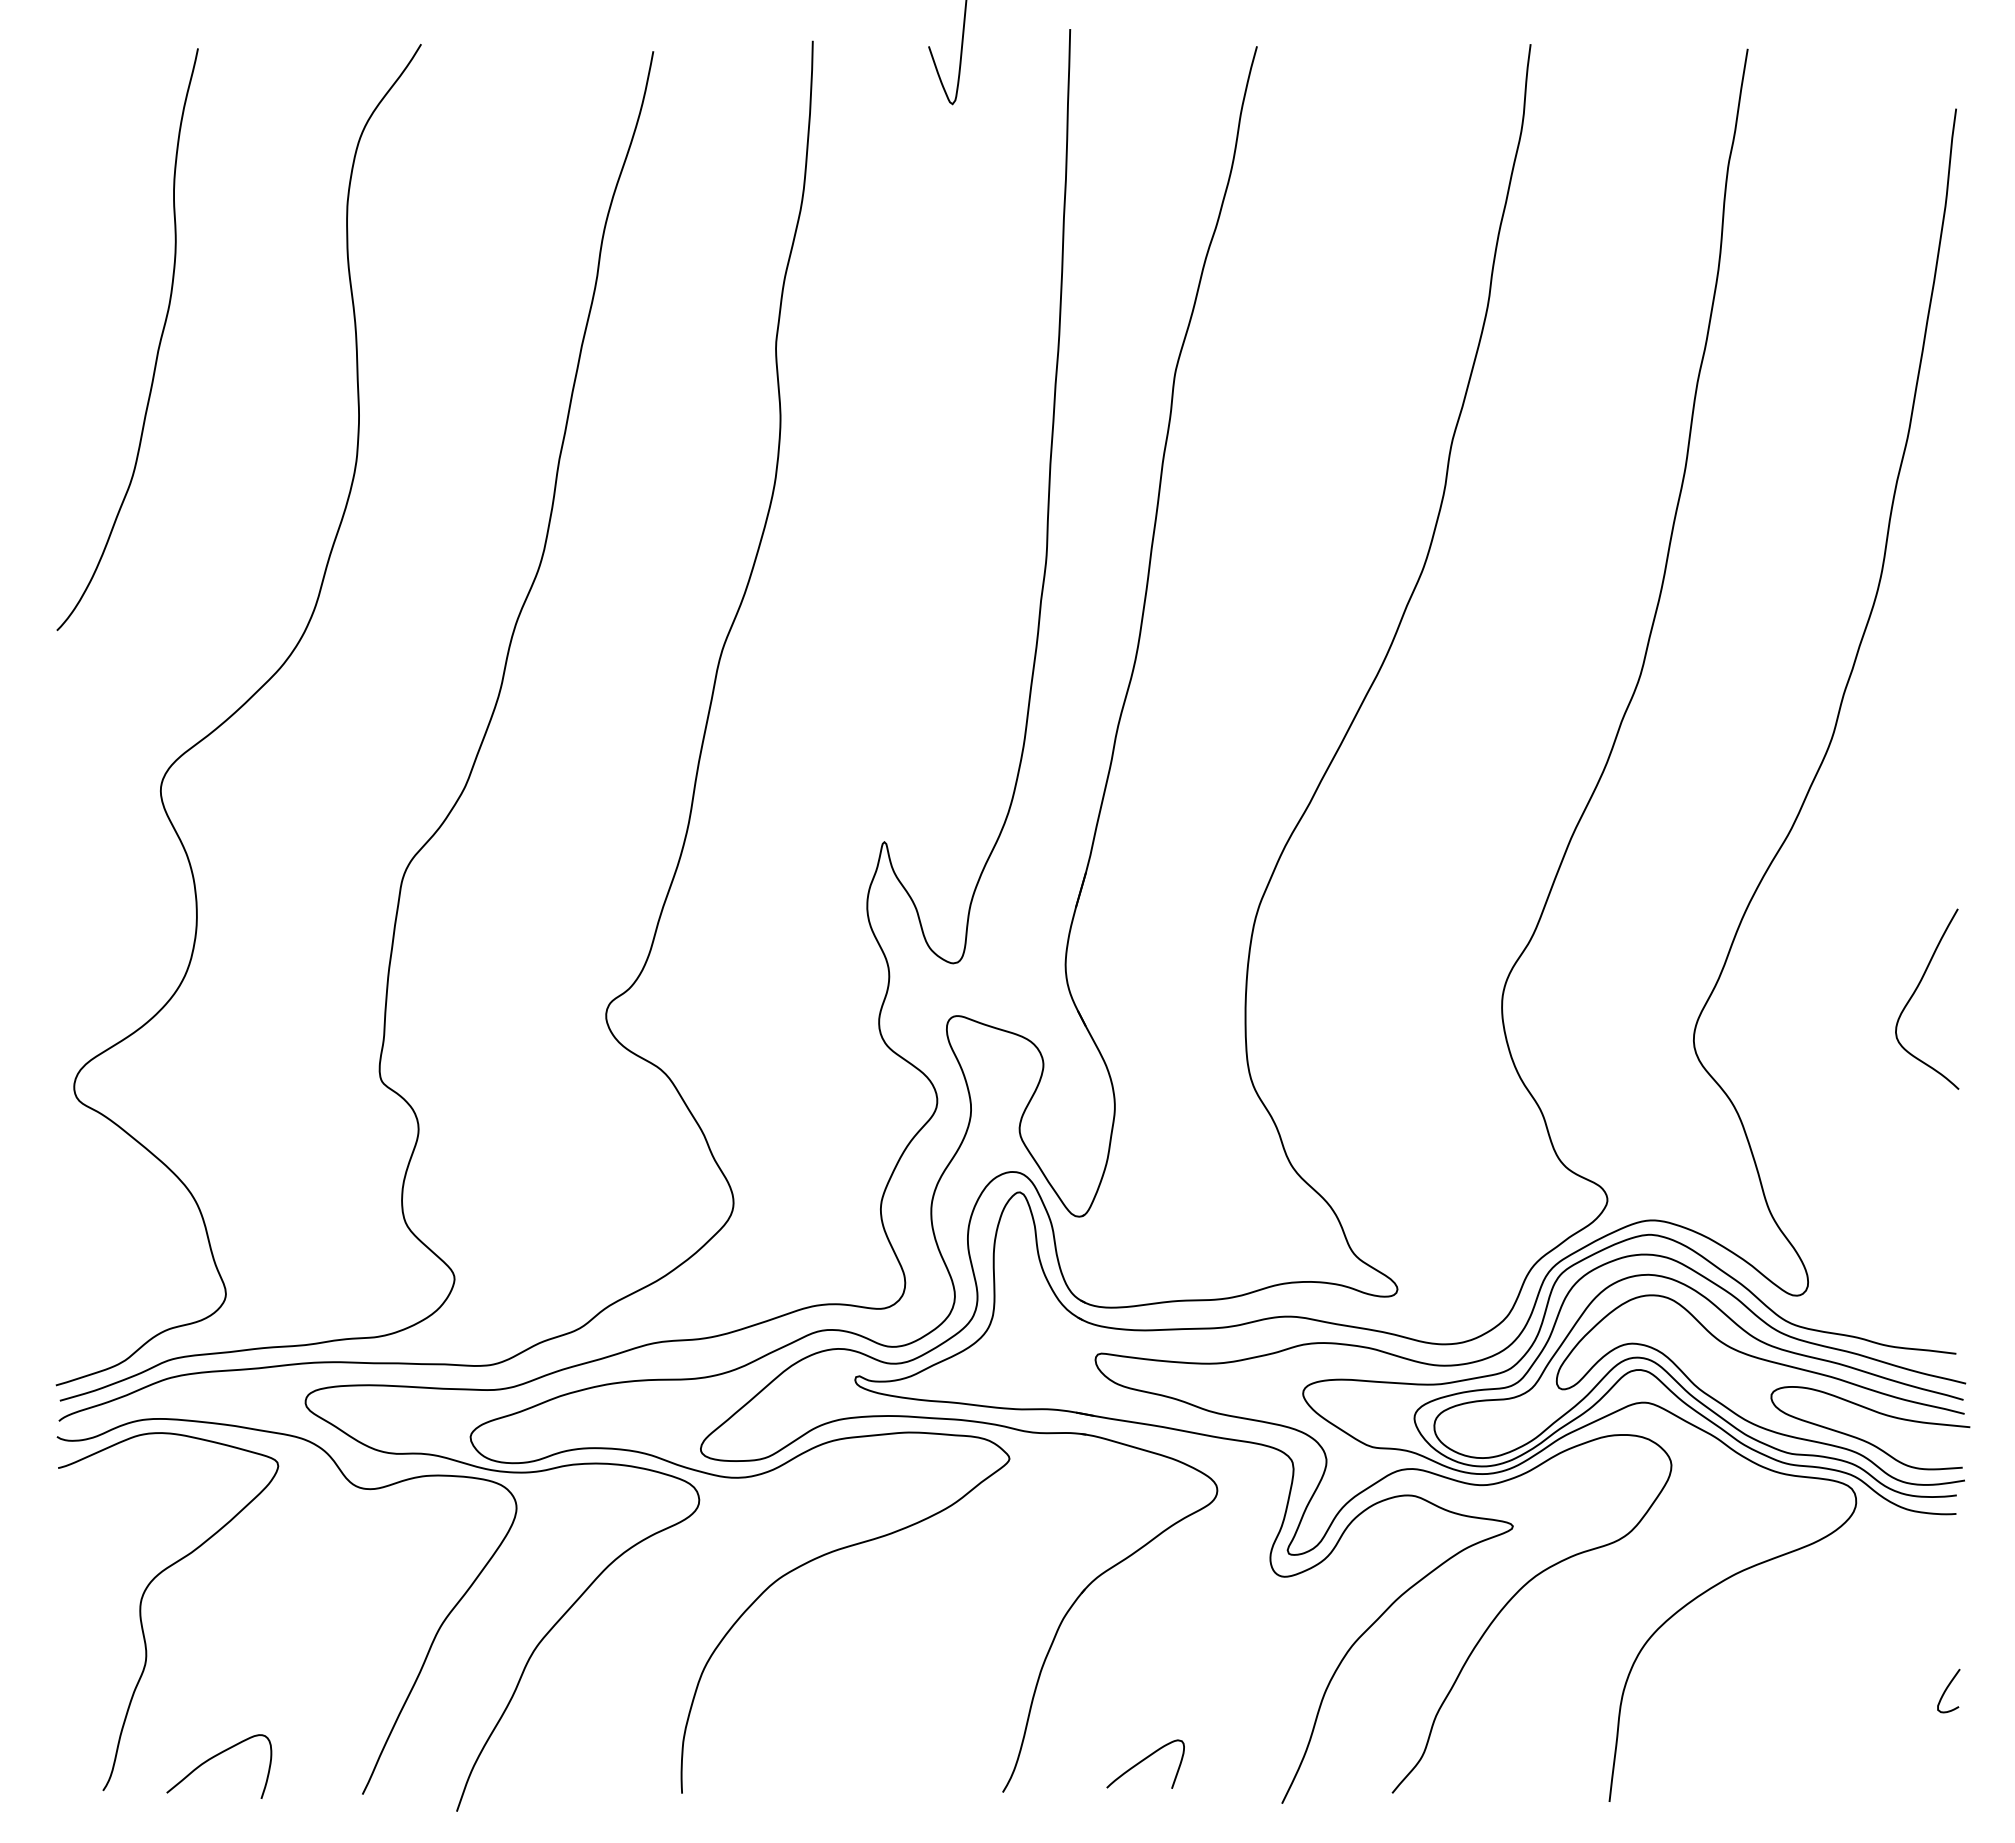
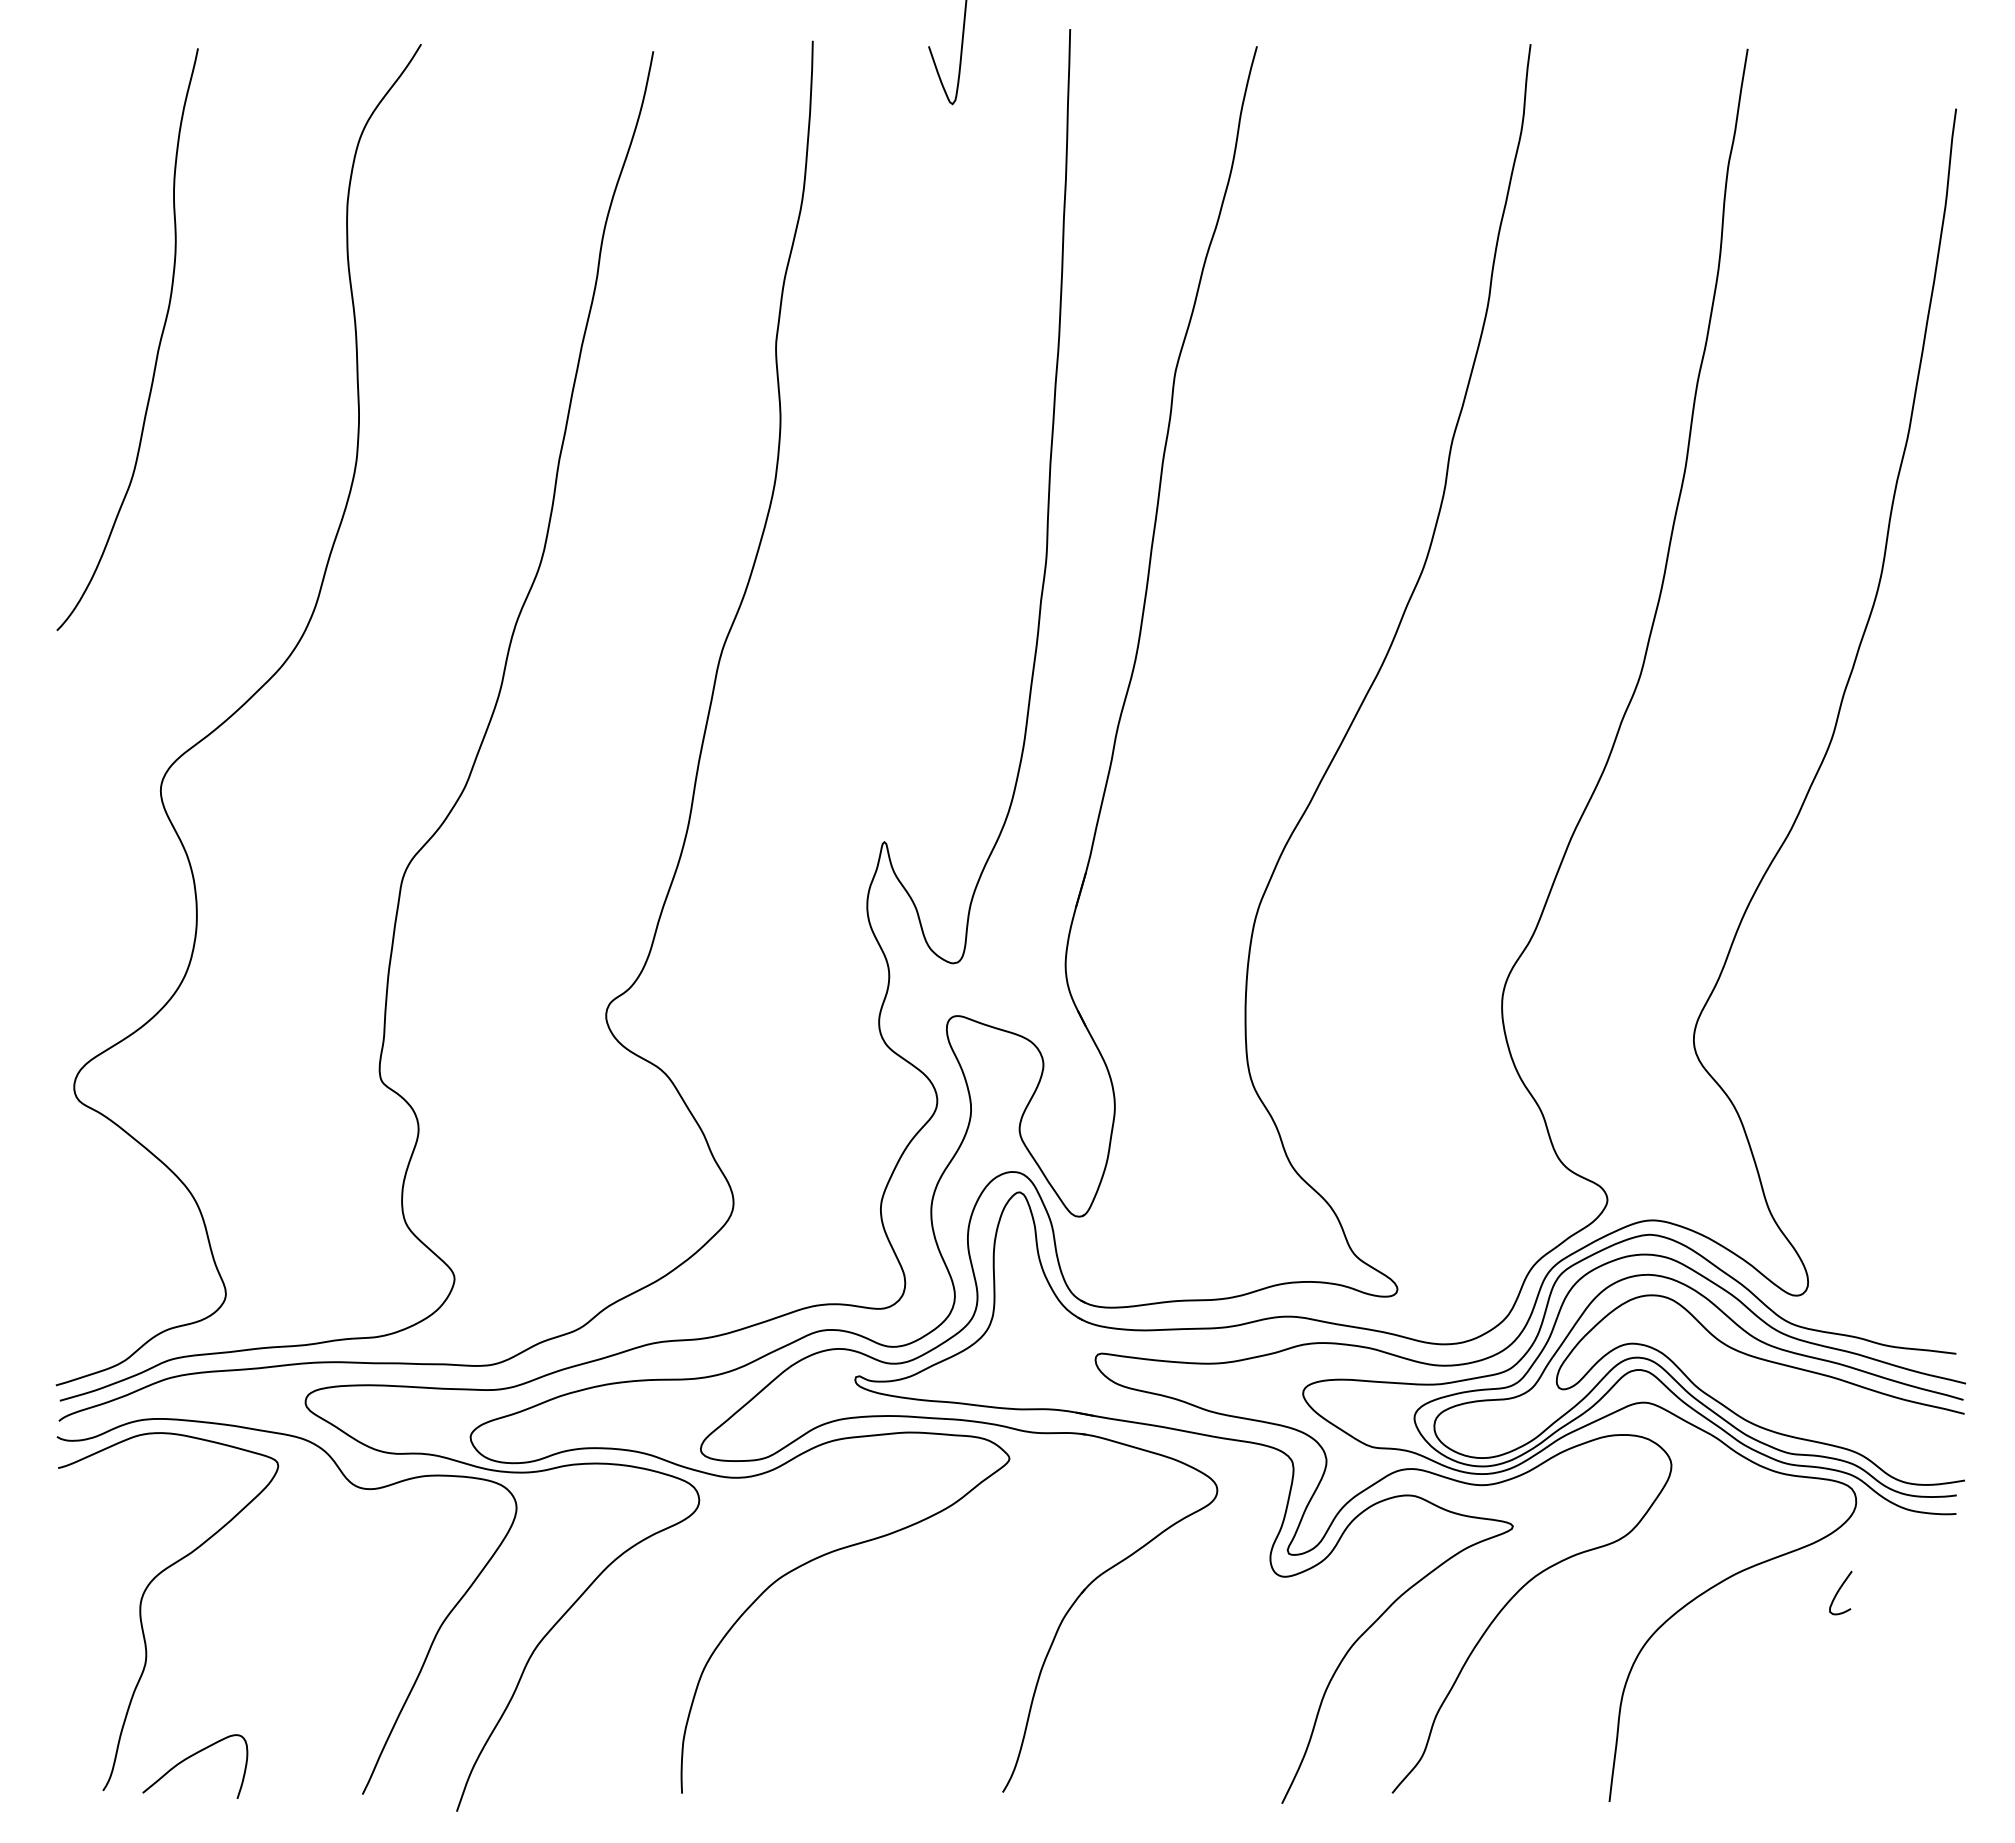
curve at (1915, 992): present -> none
curve at (1866, 1440): present -> none
curve at (1947, 1689) position: (1947, 1689) -> (1839, 1591)
curve at (213, 1758) position: (213, 1758) -> (189, 1758)
curve at (1143, 1761): present -> none
